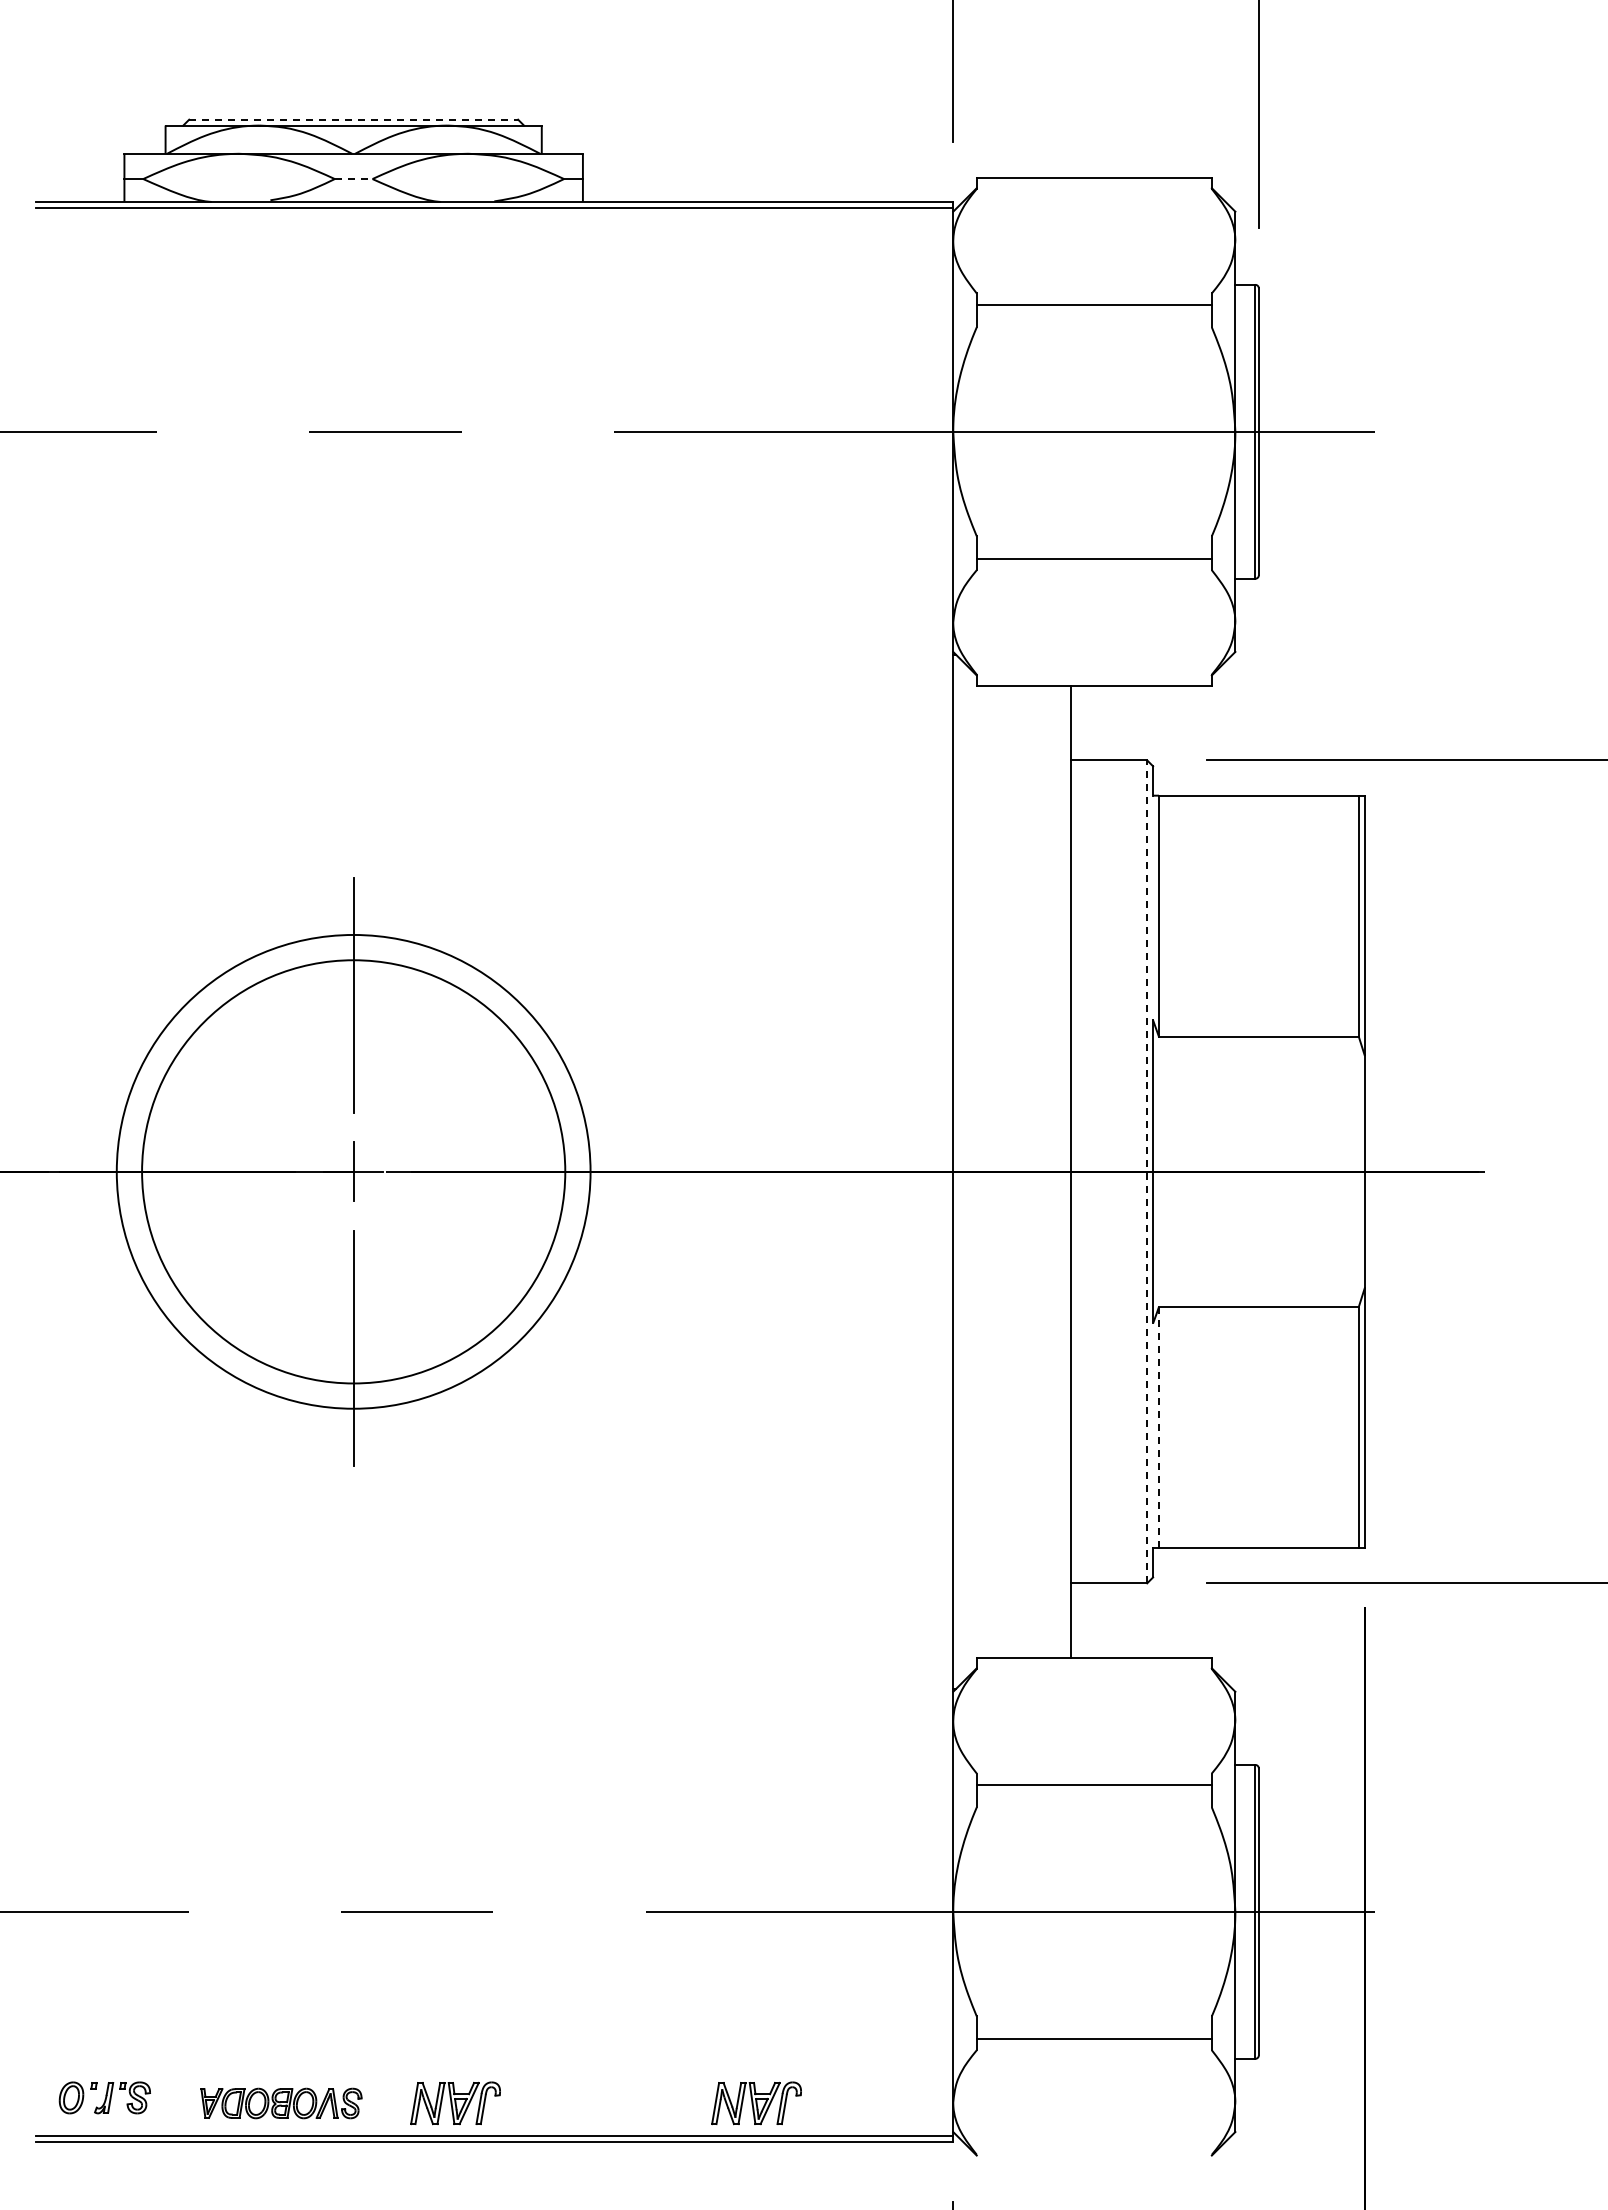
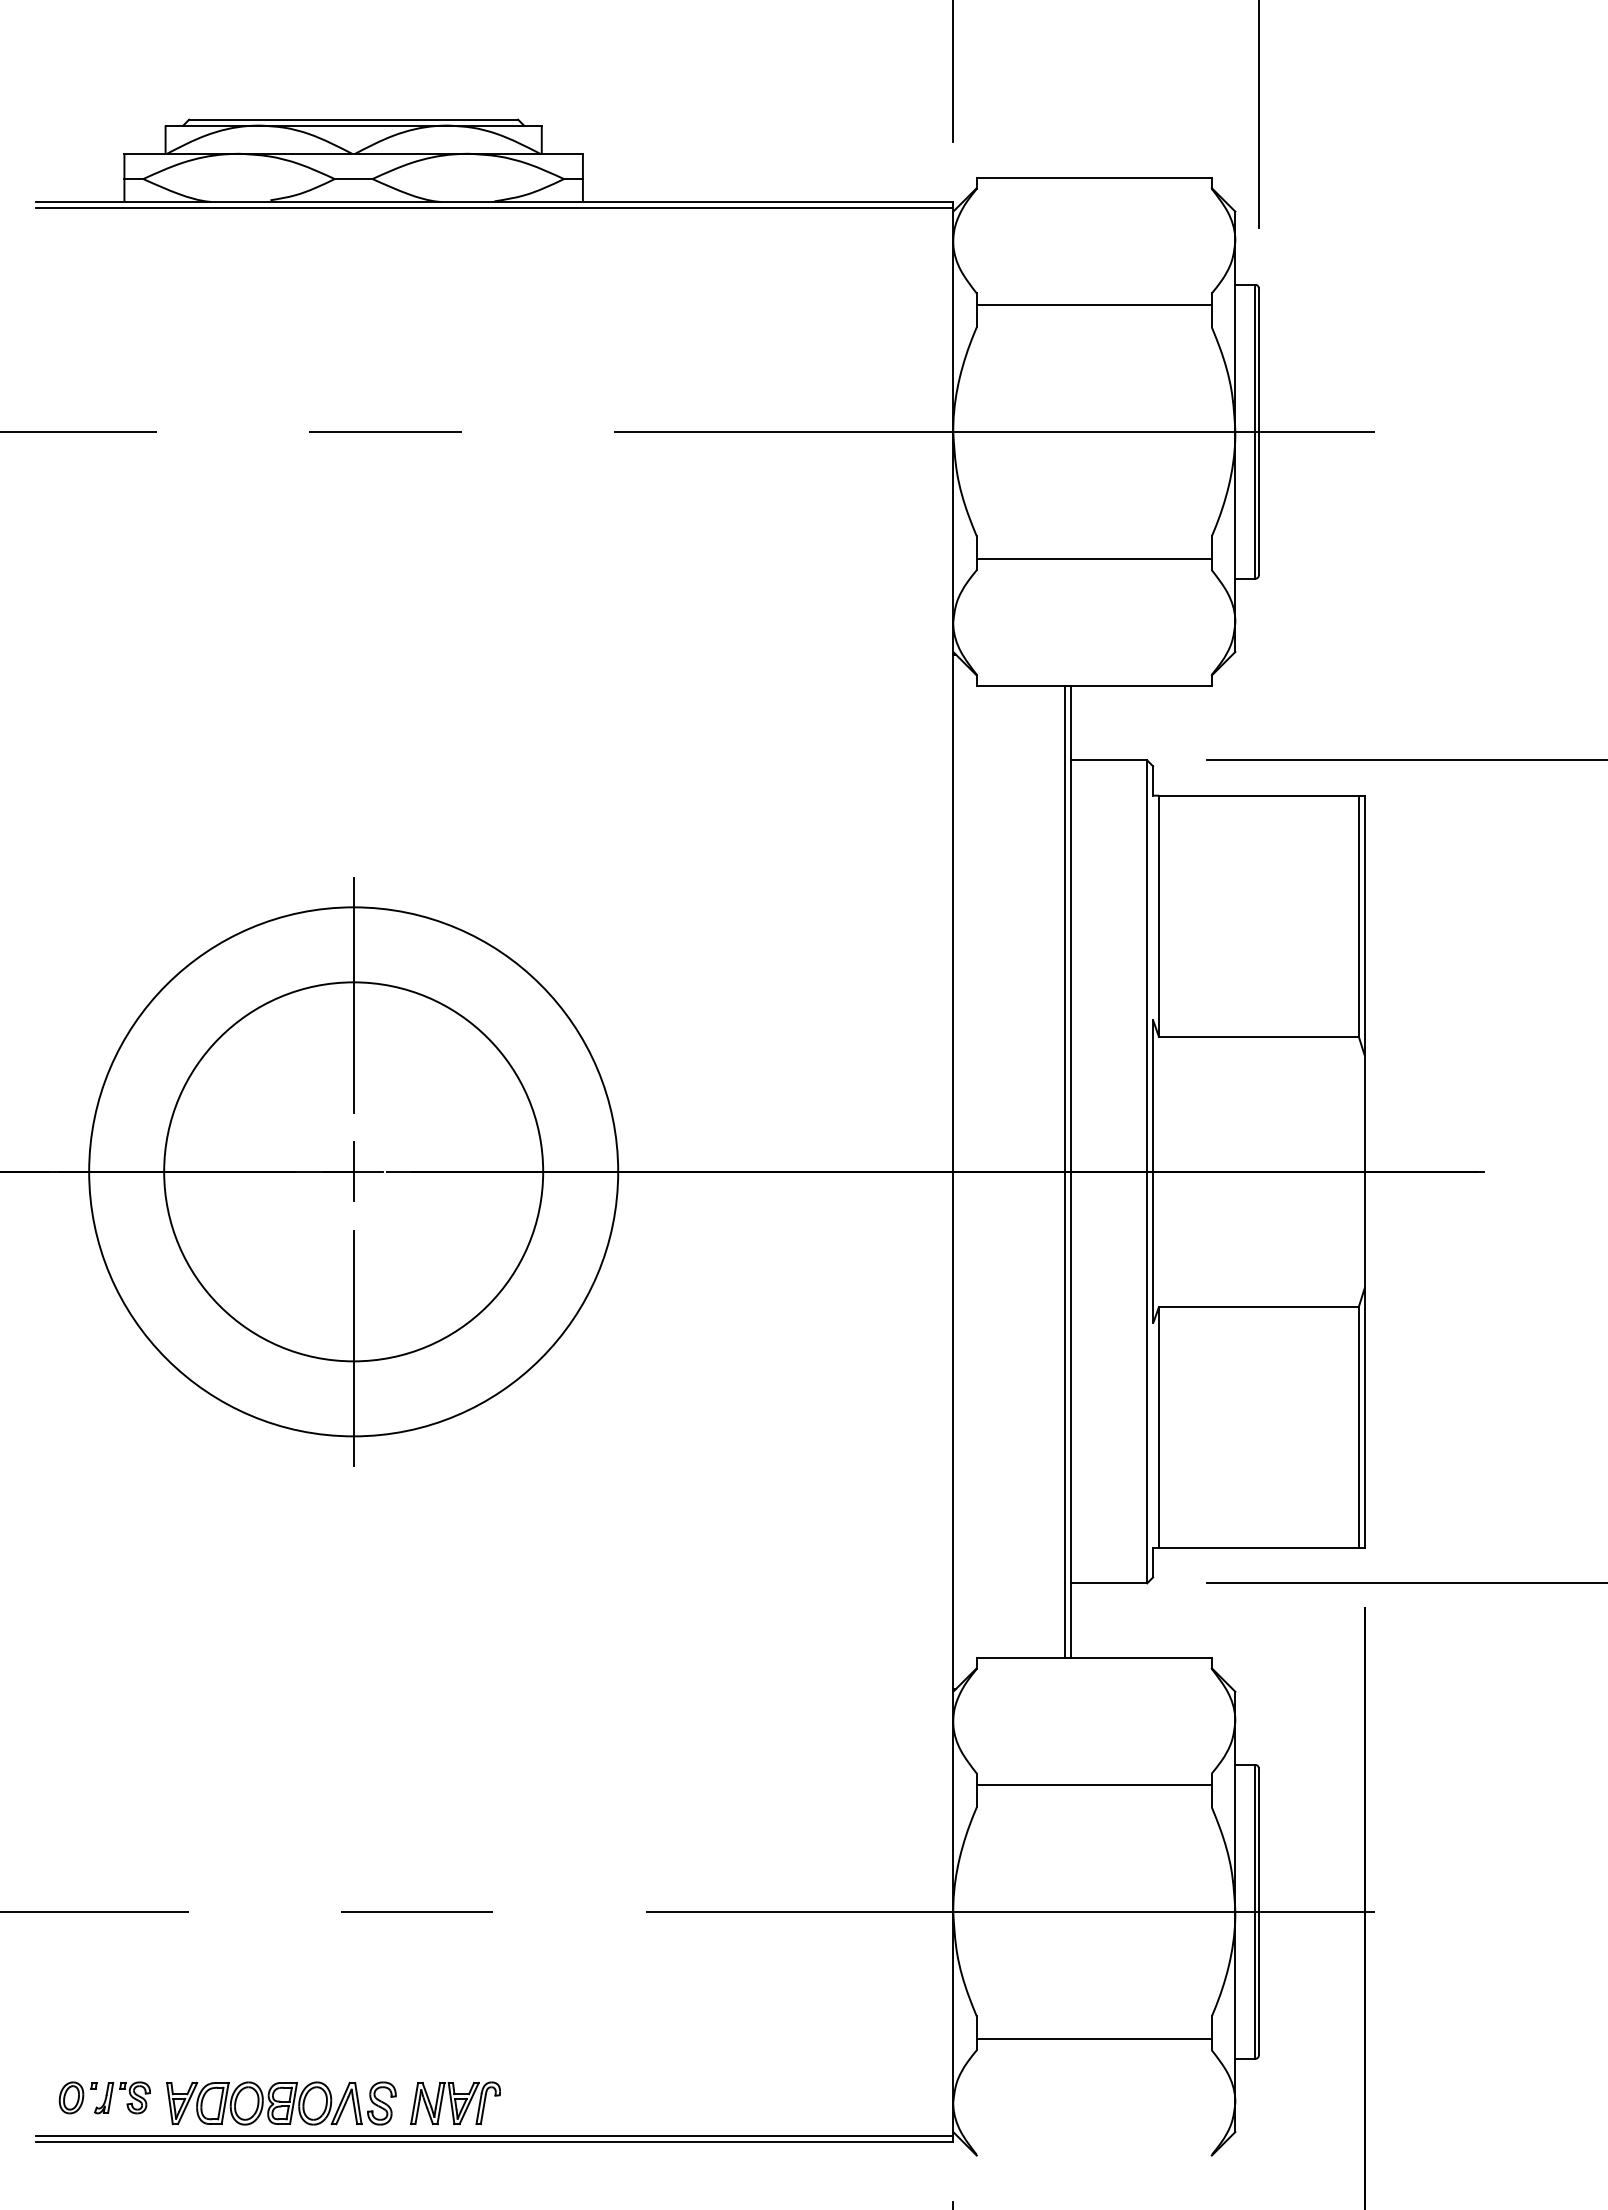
line at (354, 119): dashed -> solid
line at (353, 179): dashed -> solid
circle at (353, 1171) diameter: 423 px -> 529 px
circle at (353, 1171) diameter: 474 px -> 379 px
line at (1064, 1171): none -> present
line at (1147, 1171): dashed -> solid
line at (1158, 1427): dashed -> solid
part at (281, 2103) size: 163x33 px -> 231x45 px
part at (756, 2103): present -> none
